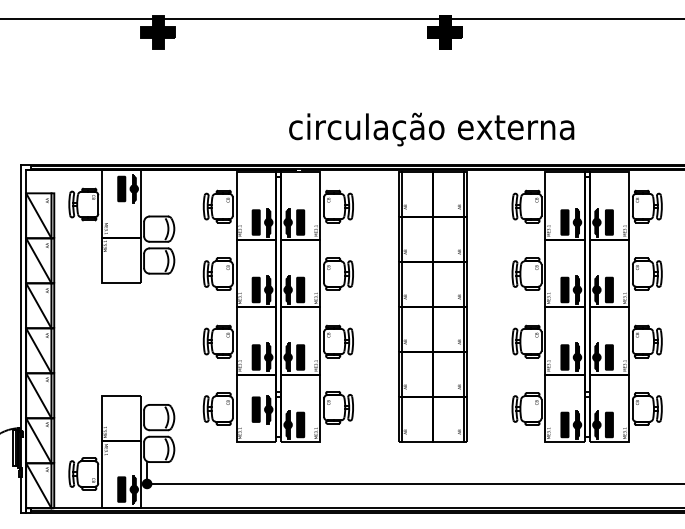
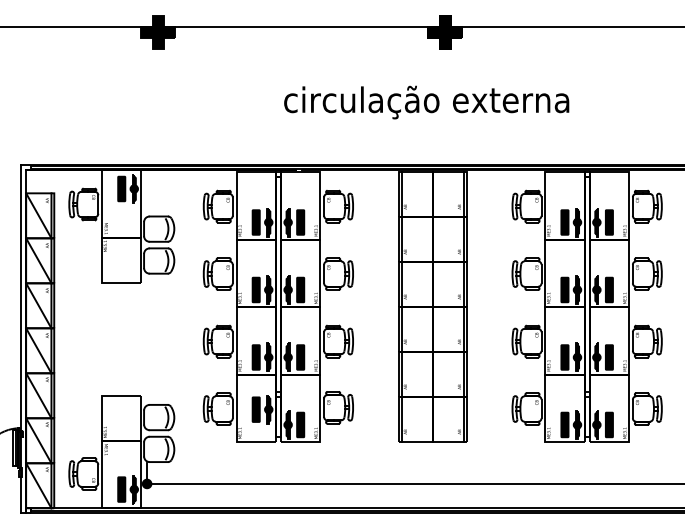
line at (341, 18) position: (341, 18) -> (341, 26)
text at (431, 129) position: (431, 129) -> (426, 102)
